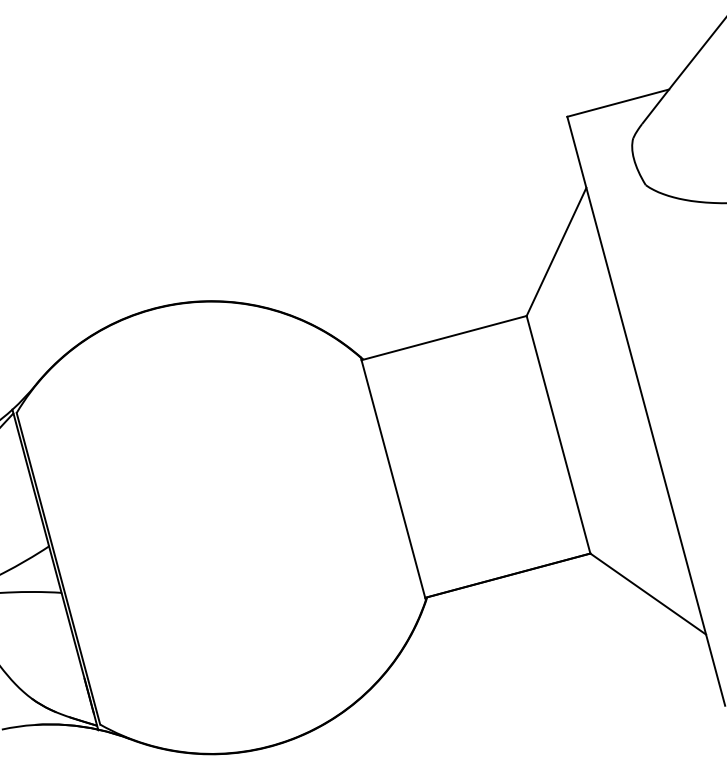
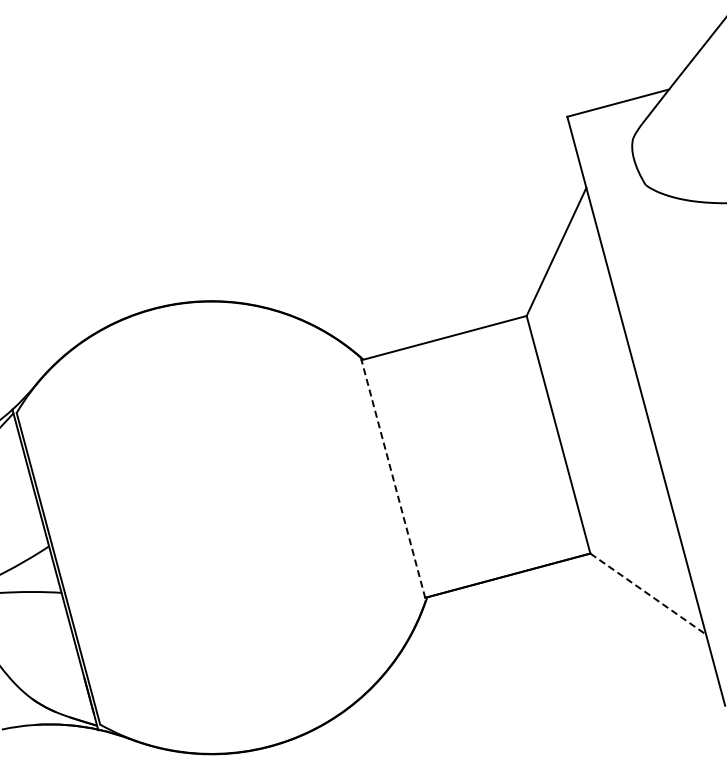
line at (393, 479): solid -> dashed
line at (648, 594): solid -> dashed
